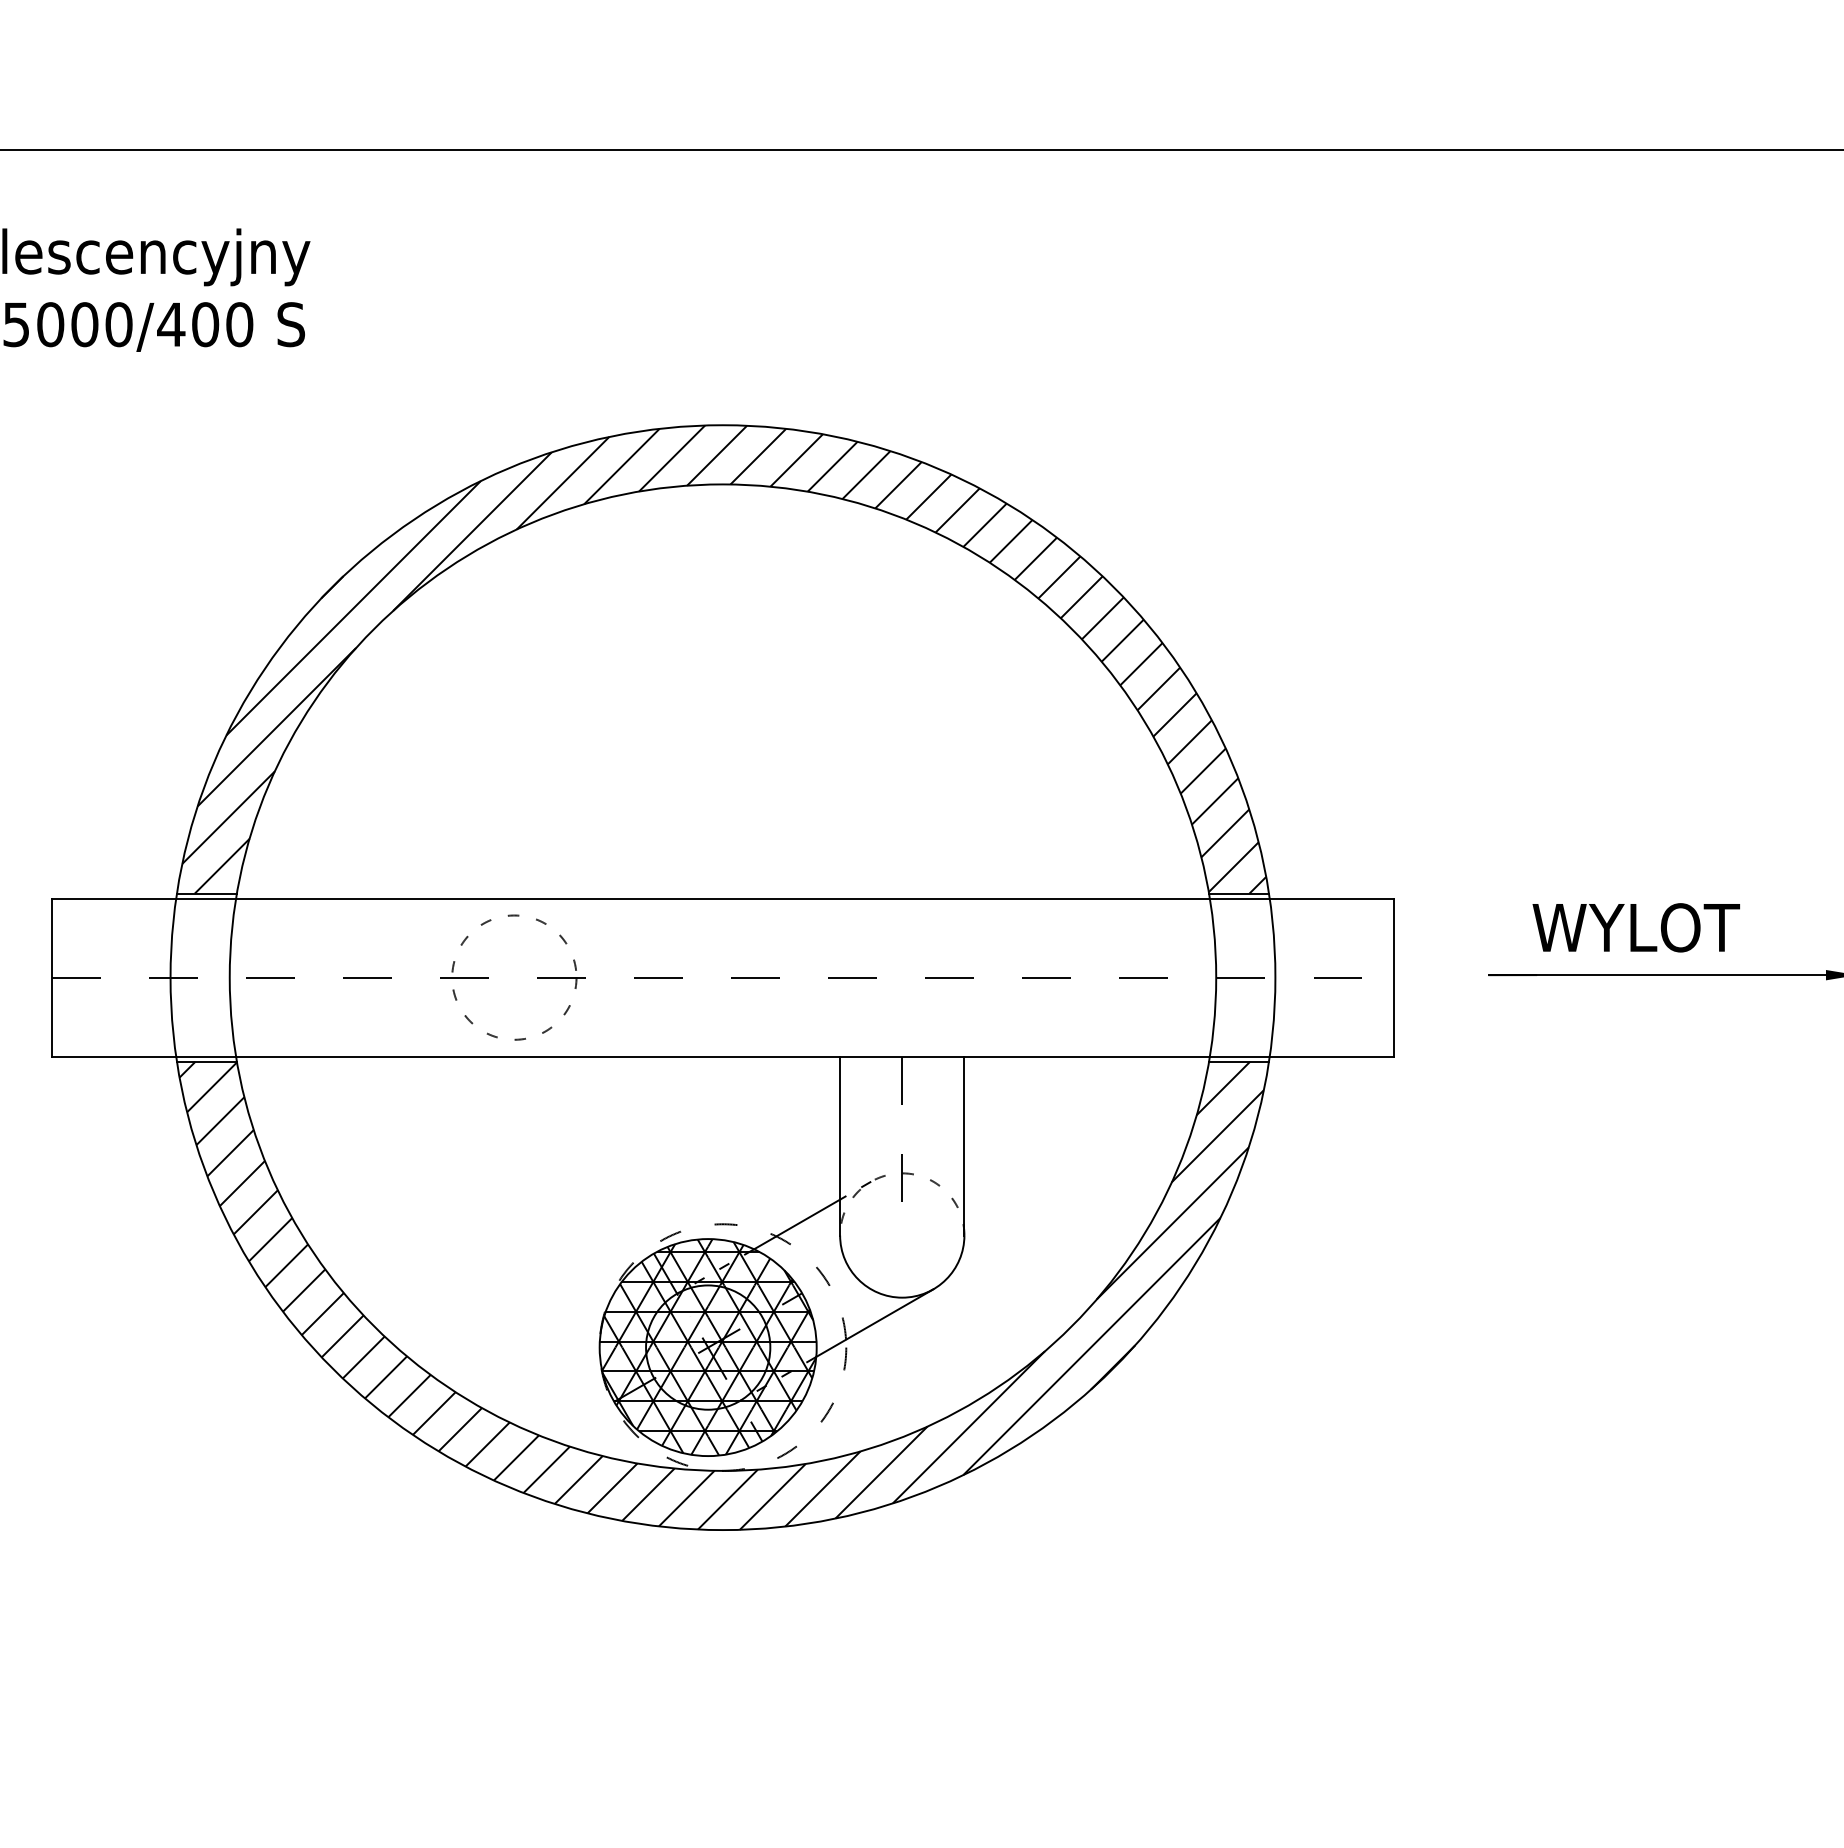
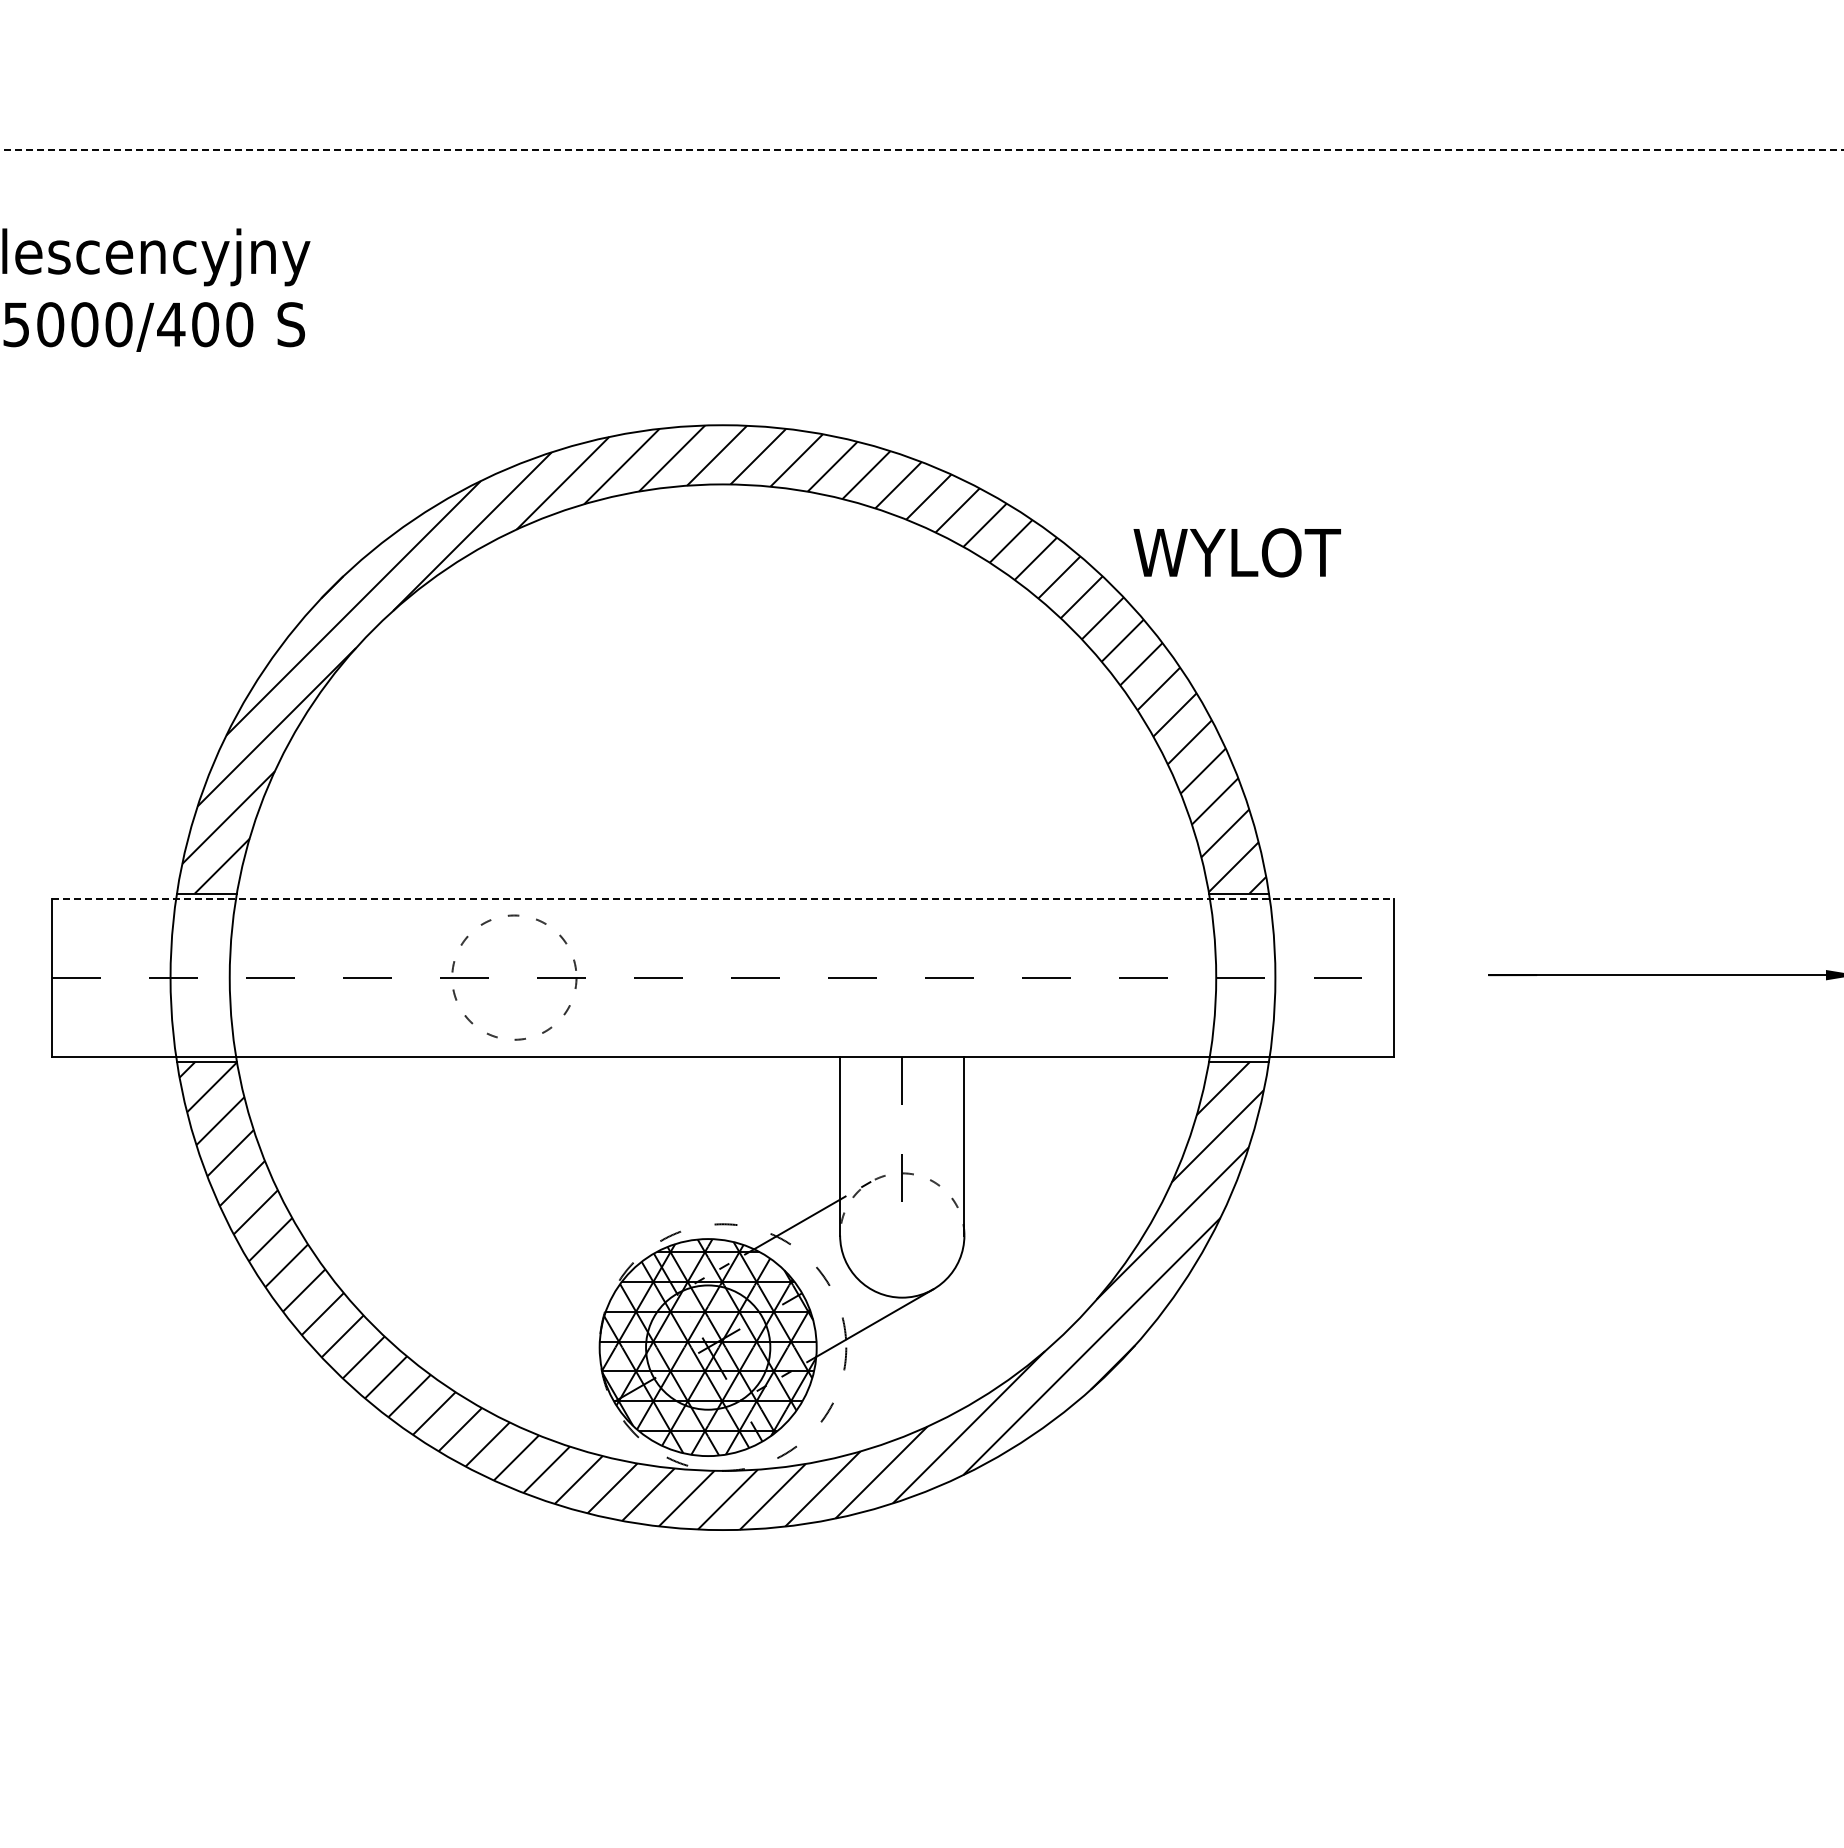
line at (921, 150): solid -> dashed
line at (722, 898): solid -> dashed
text at (1635, 927) position: (1635, 927) -> (1236, 552)
